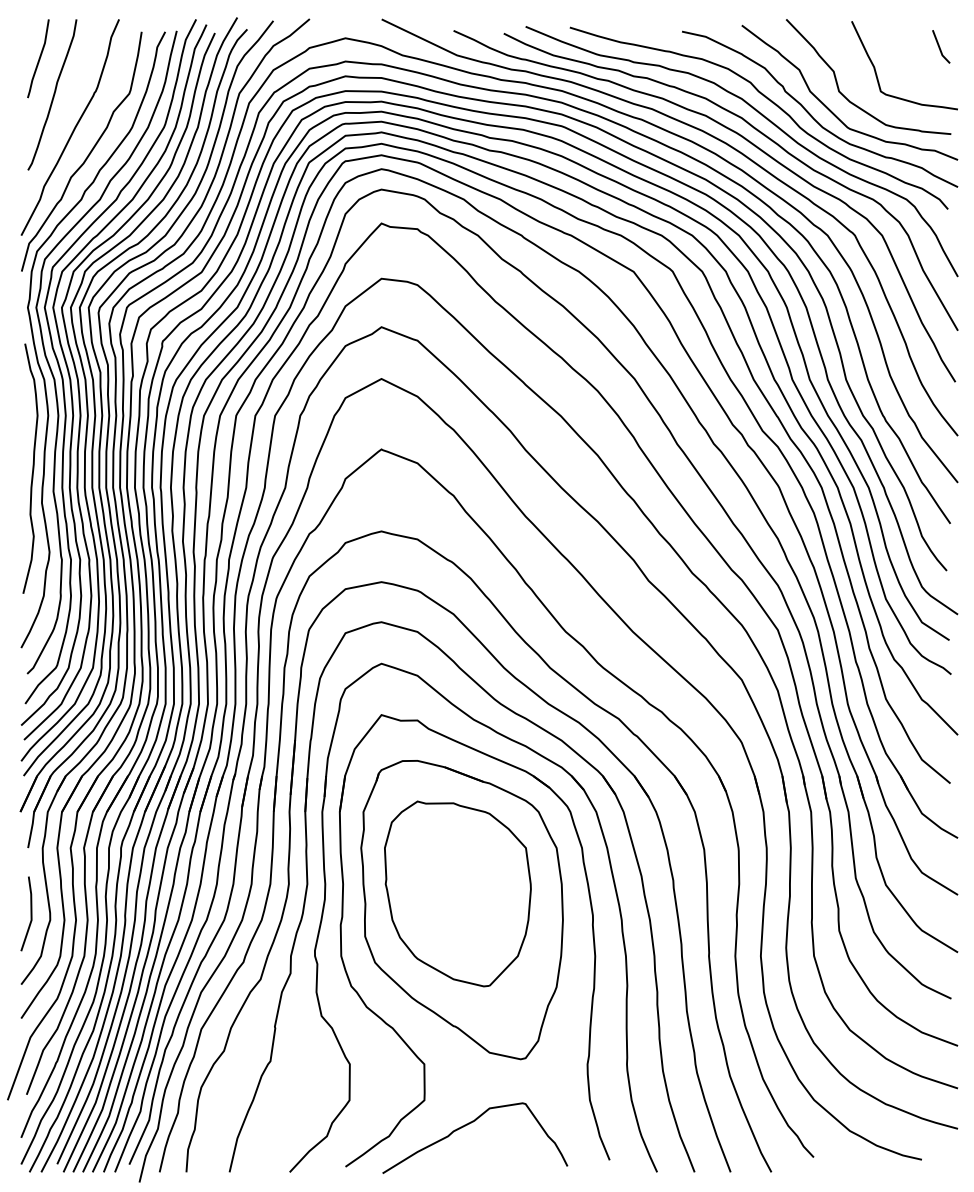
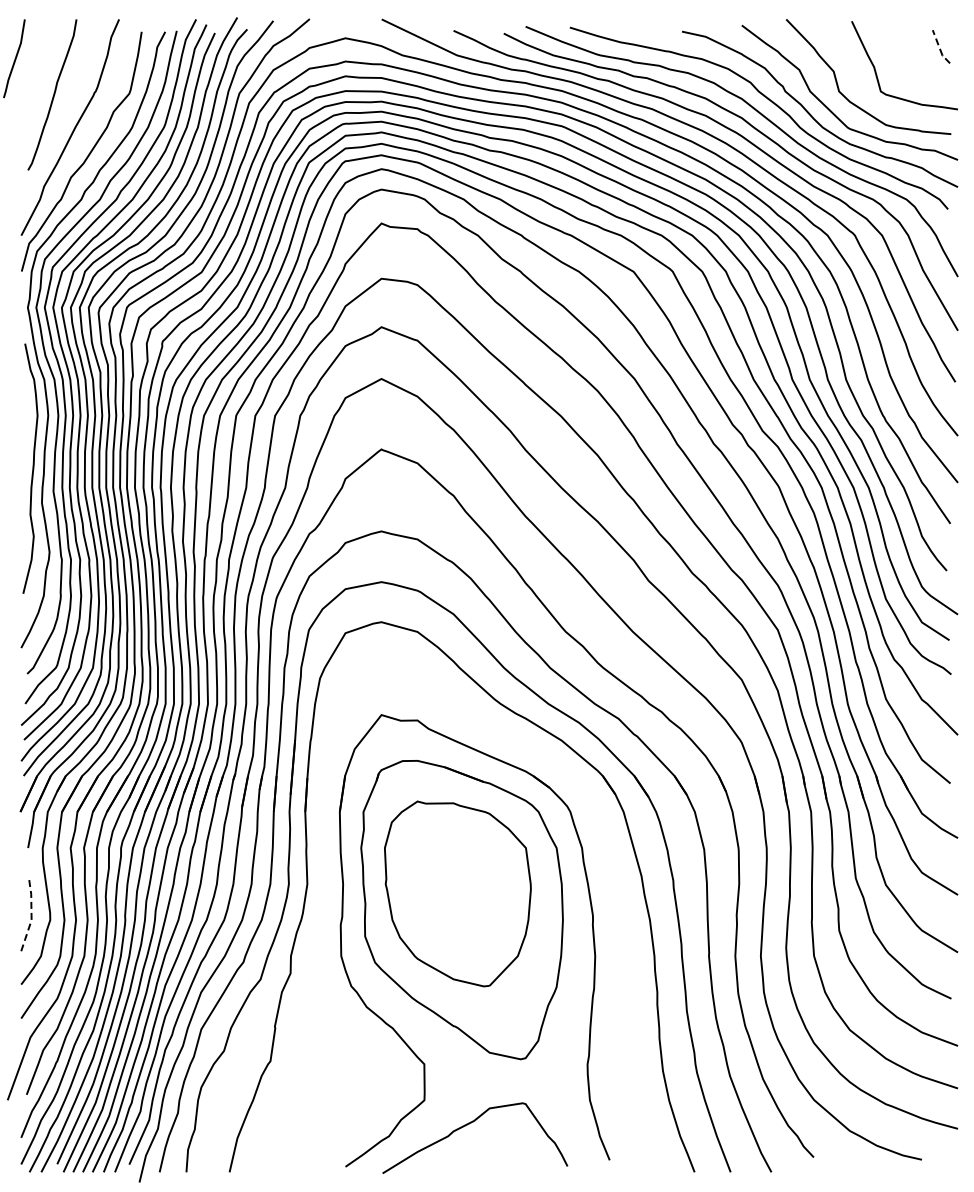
line at (939, 48): solid -> dashed
line at (38, 58) position: (38, 58) -> (14, 58)
part at (614, 889): present -> none
line at (31, 914): solid -> dashed
